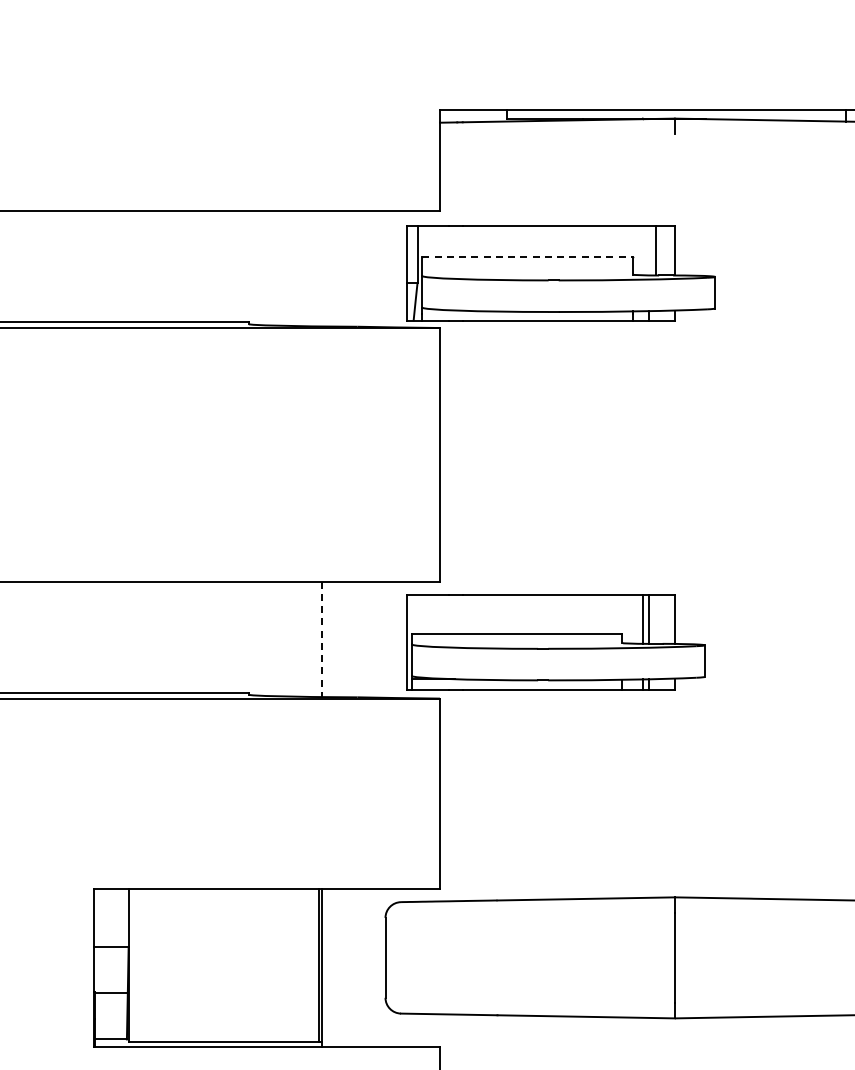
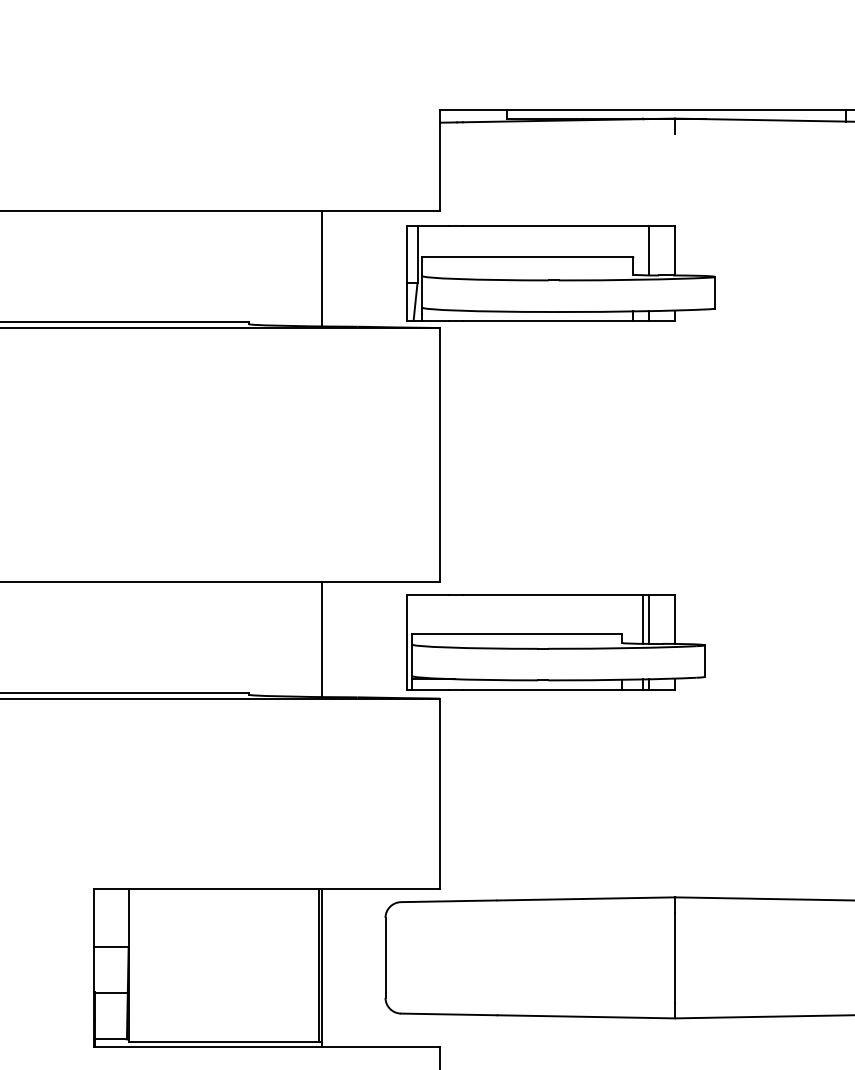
line at (655, 250) position: (655, 250) -> (648, 250)
line at (528, 257): dashed -> solid
line at (322, 268): none -> present
line at (322, 639): dashed -> solid
